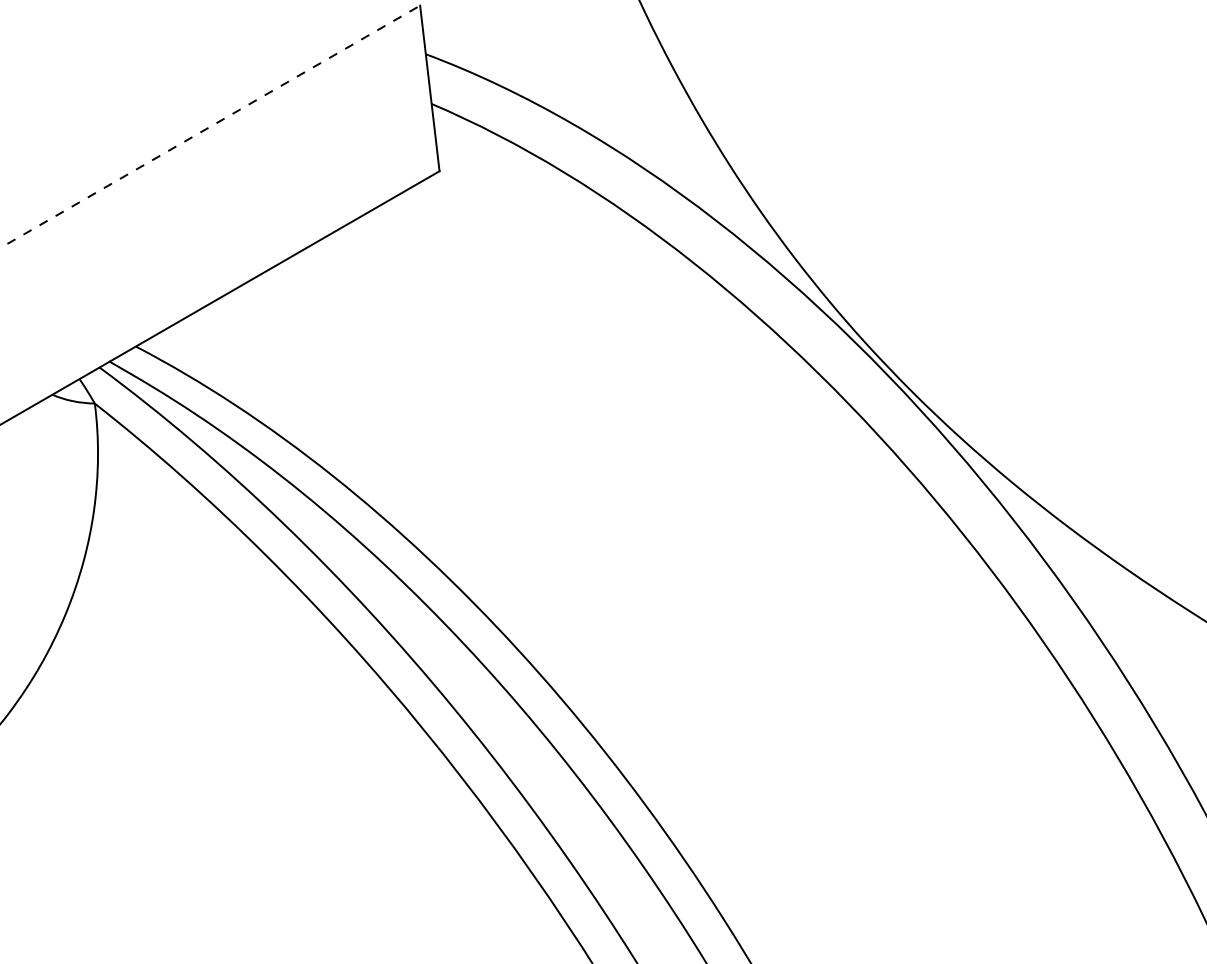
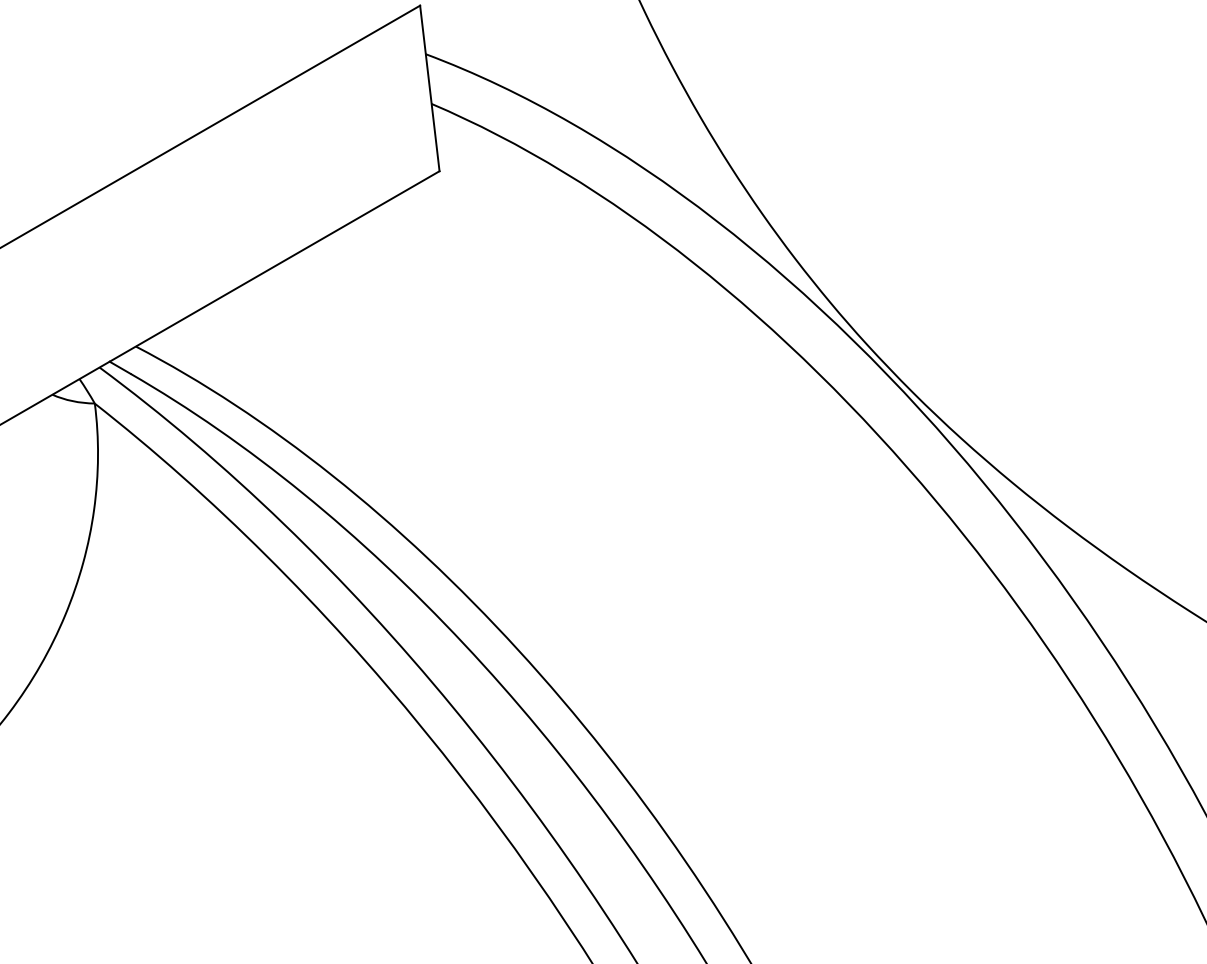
line at (210, 126): dashed -> solid
